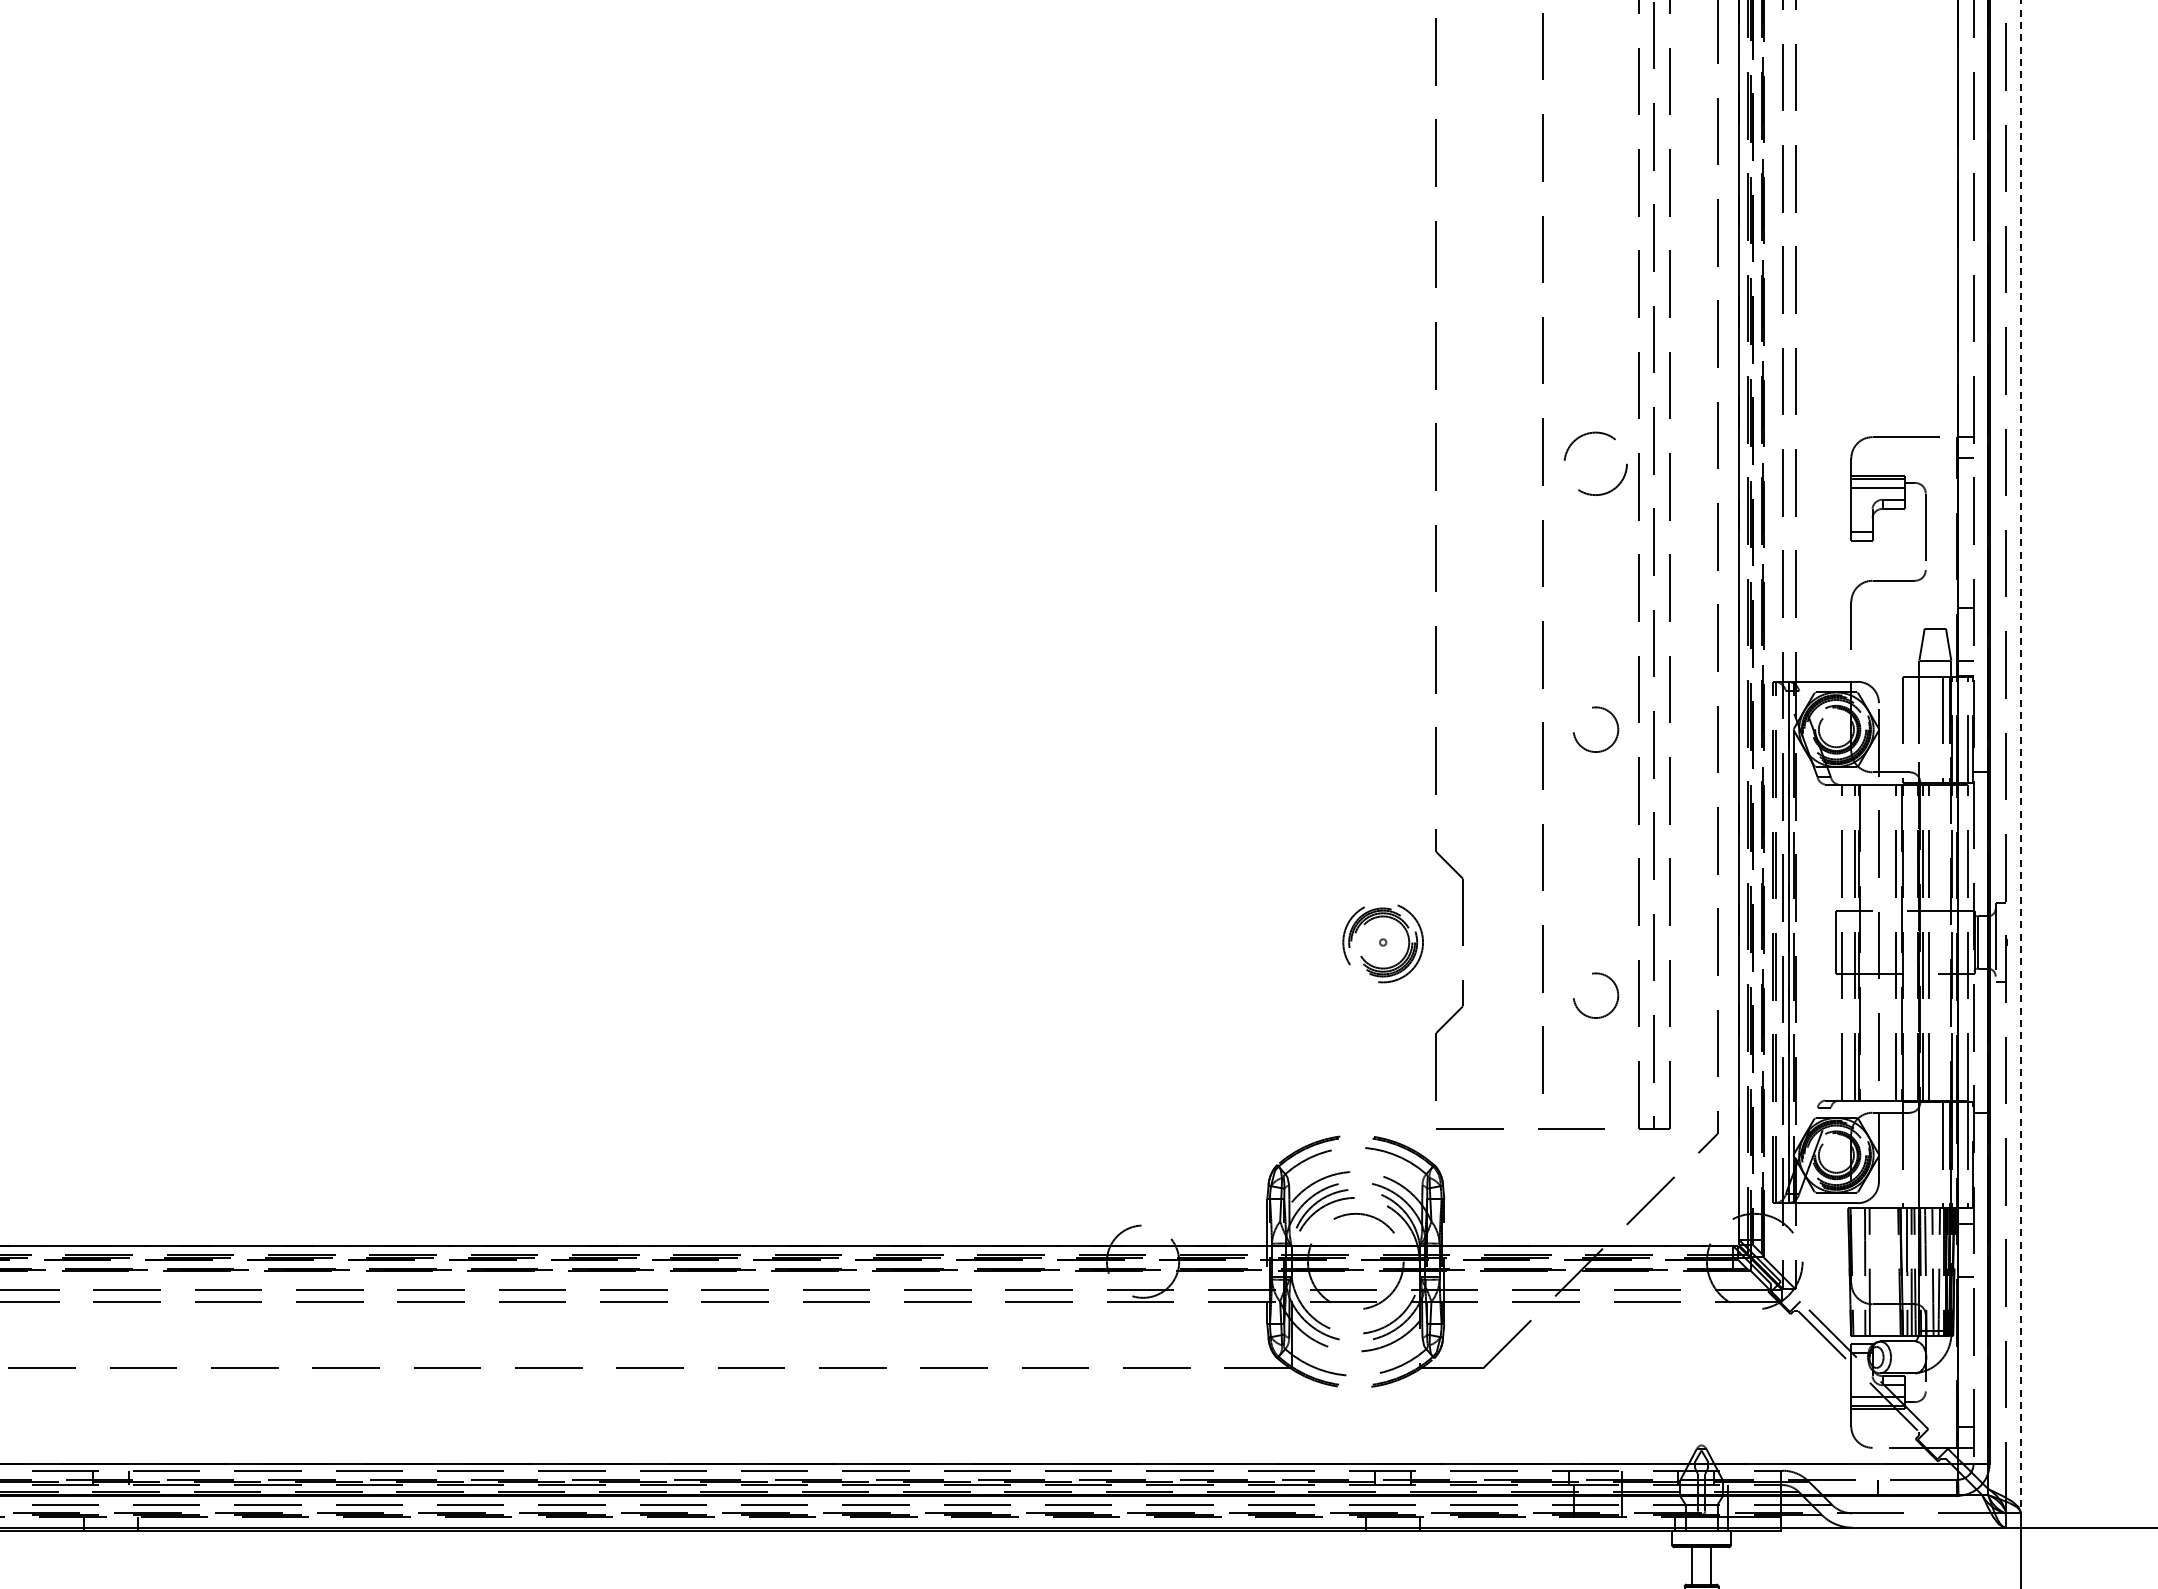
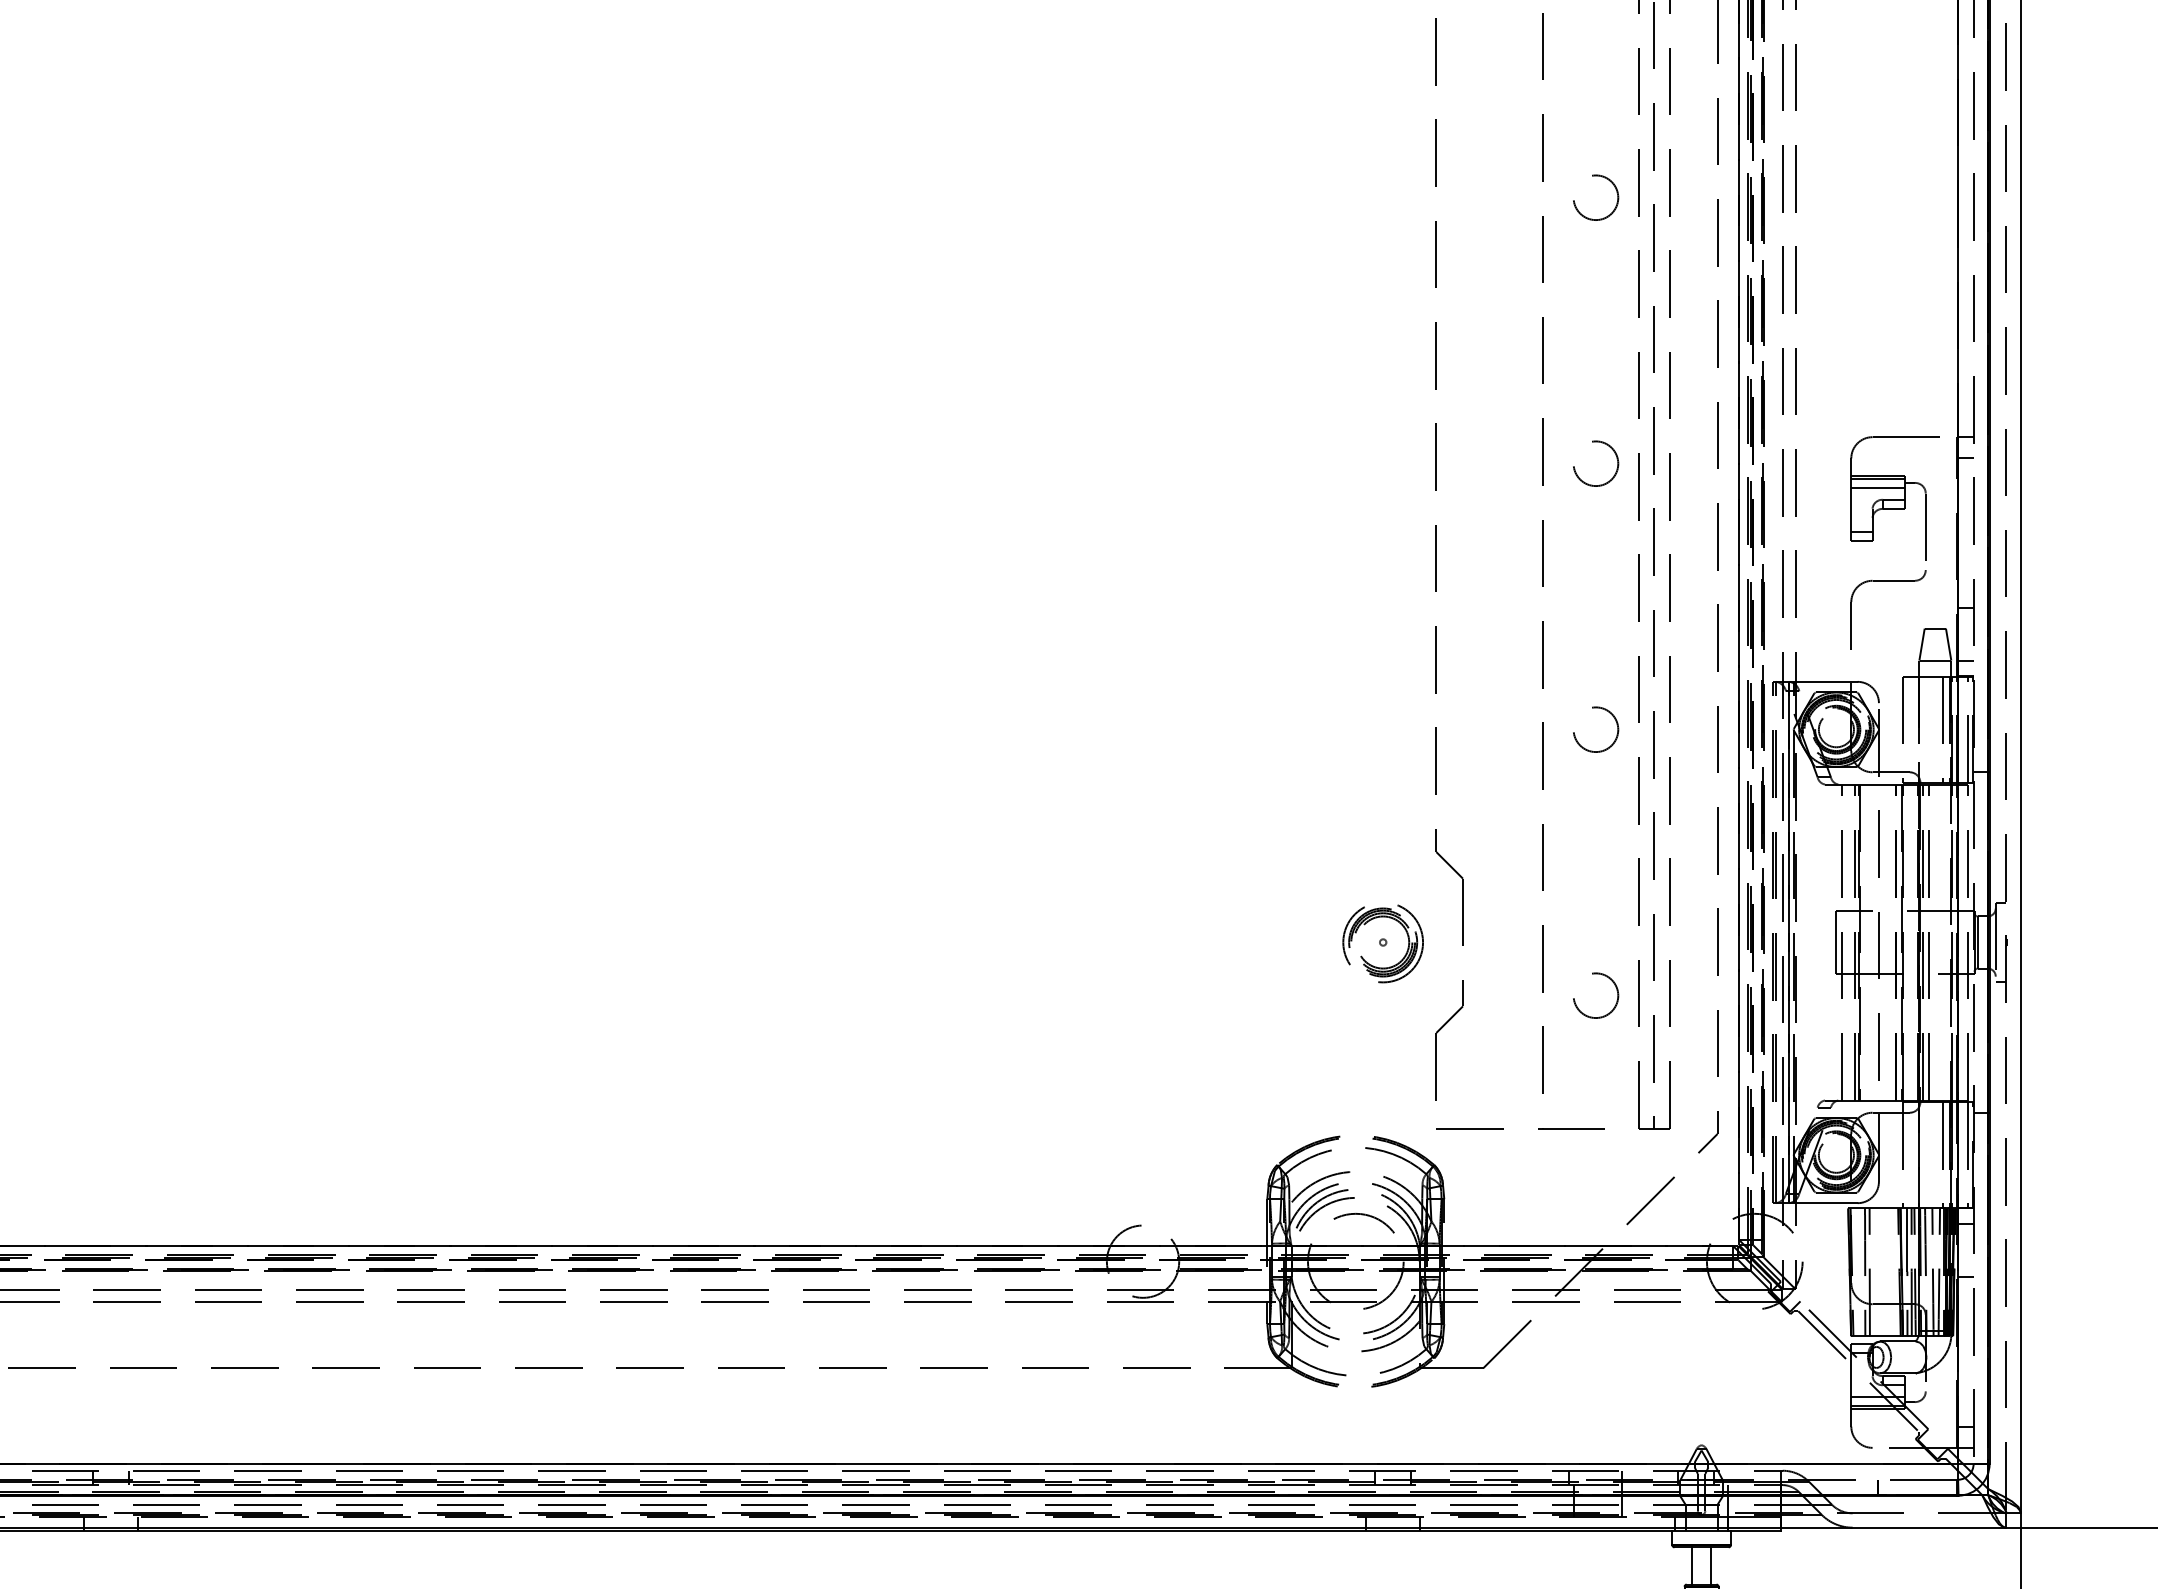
circle at (1596, 197): none -> present
circle at (1595, 463) size: 65x65 px -> 47x47 px
line at (2020, 756): dashed -> solid
